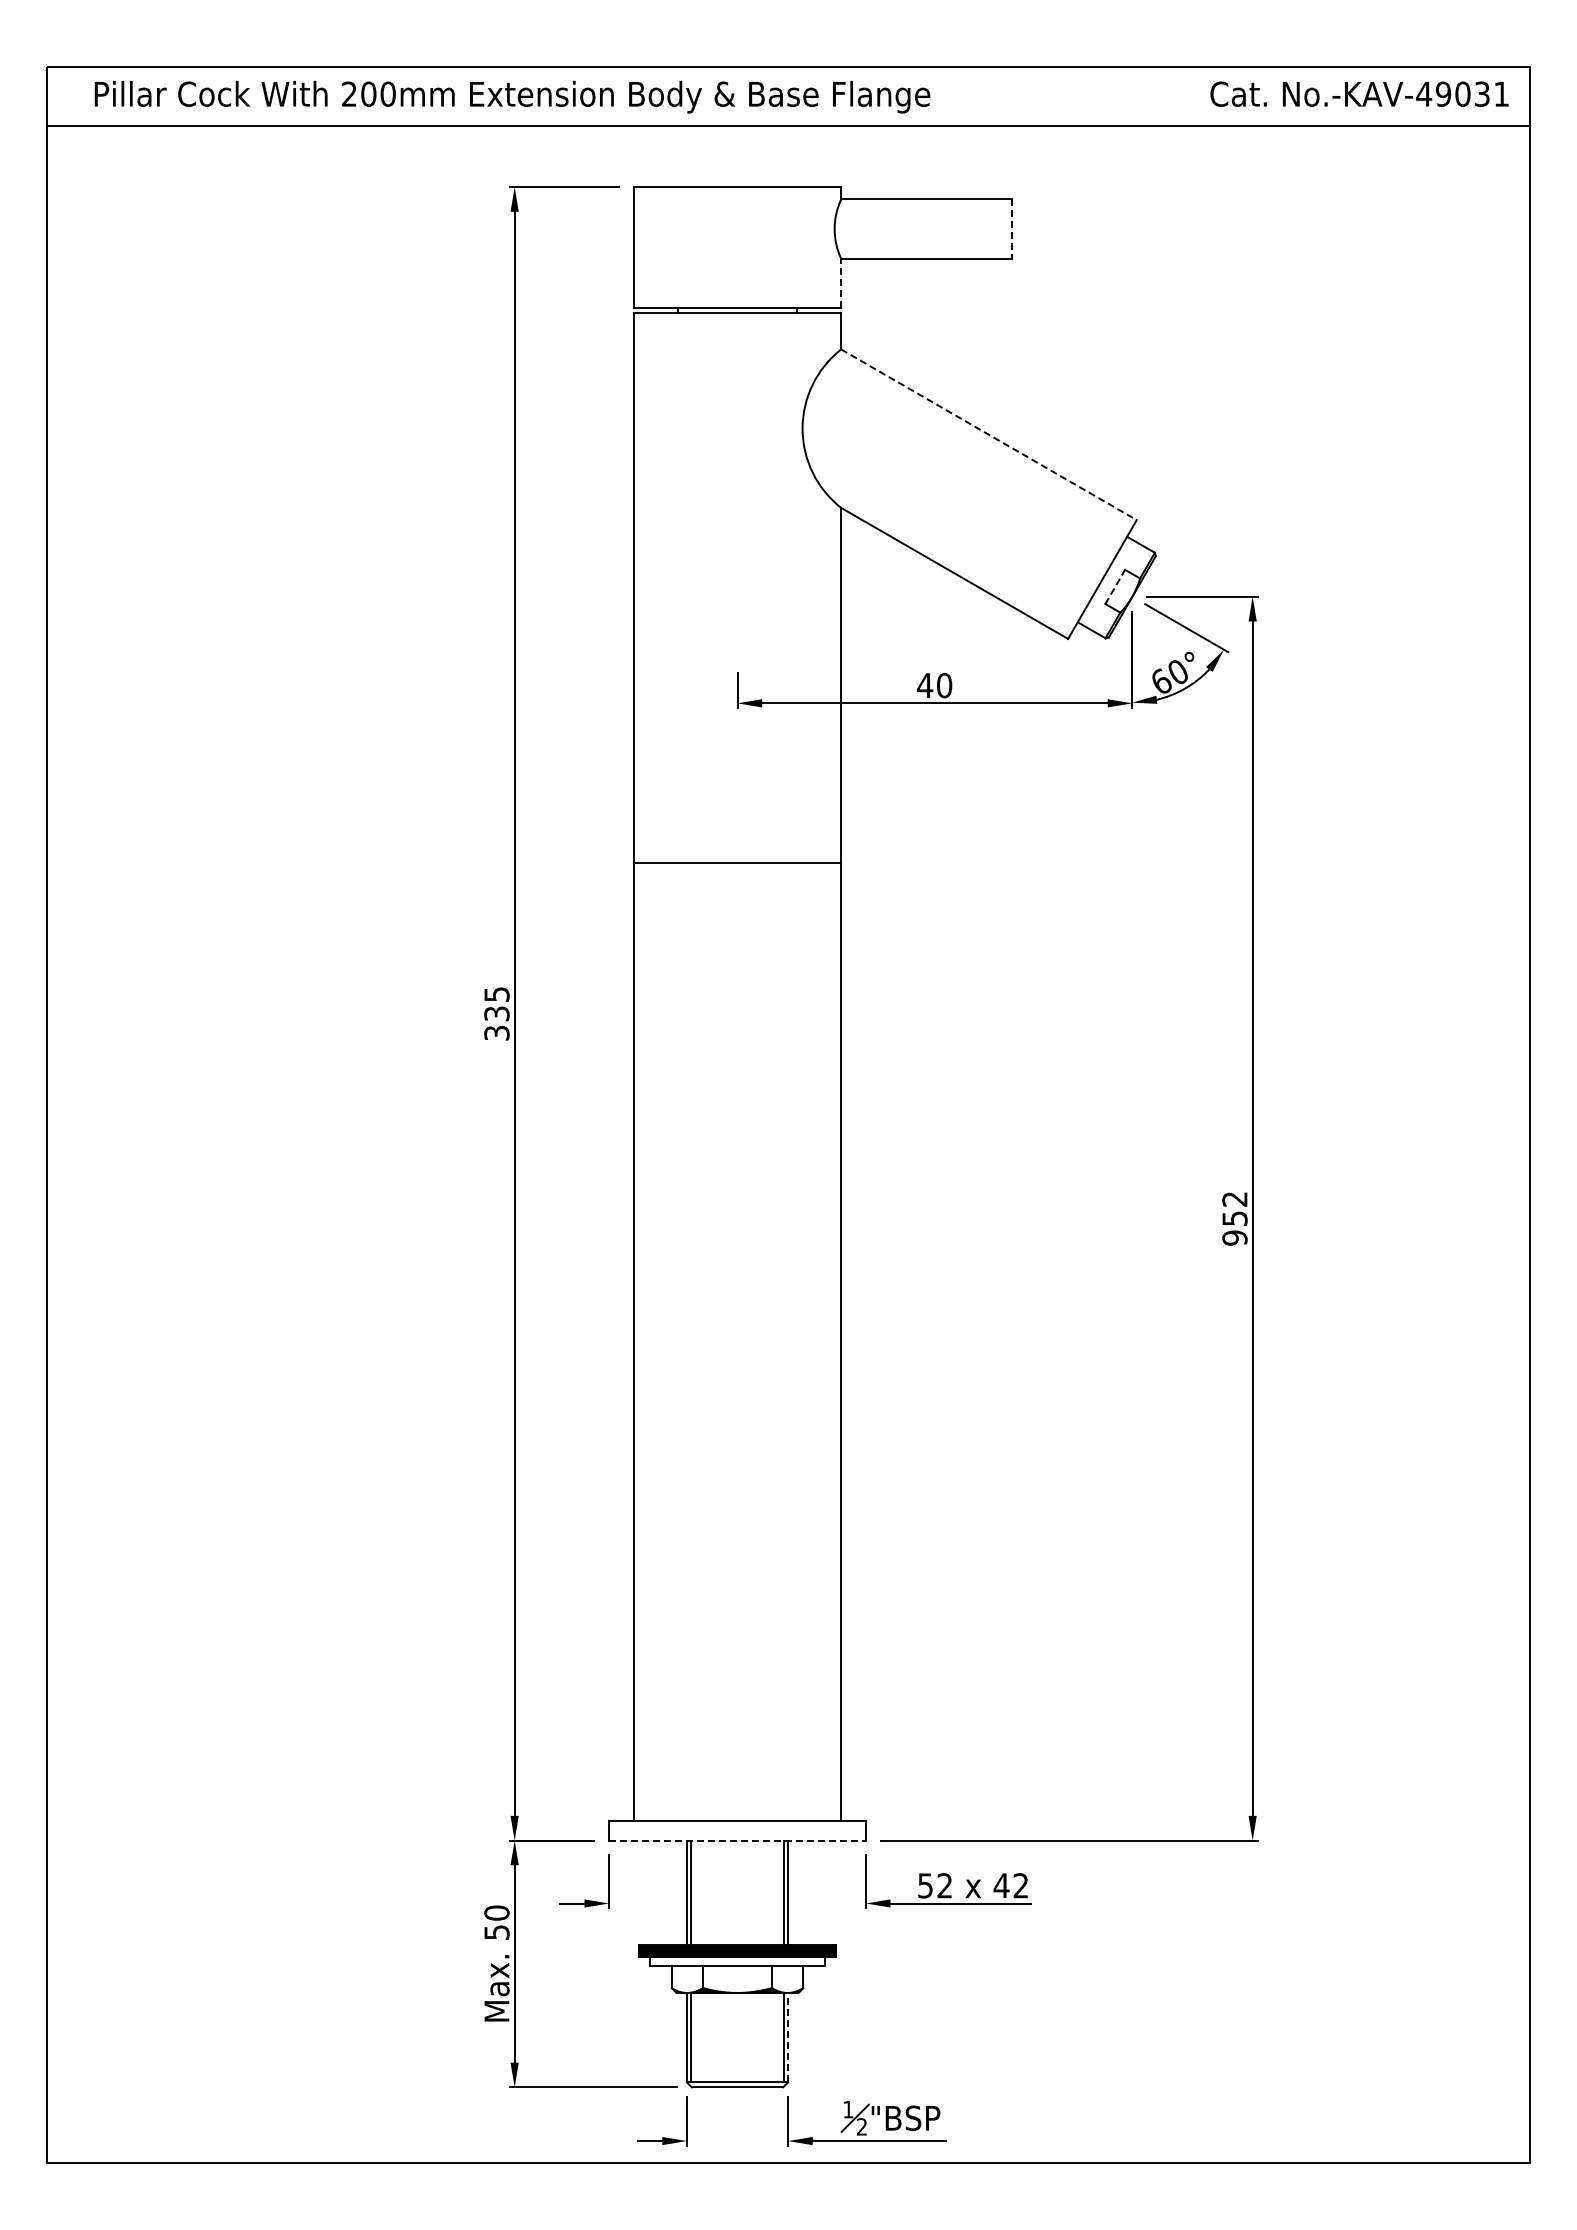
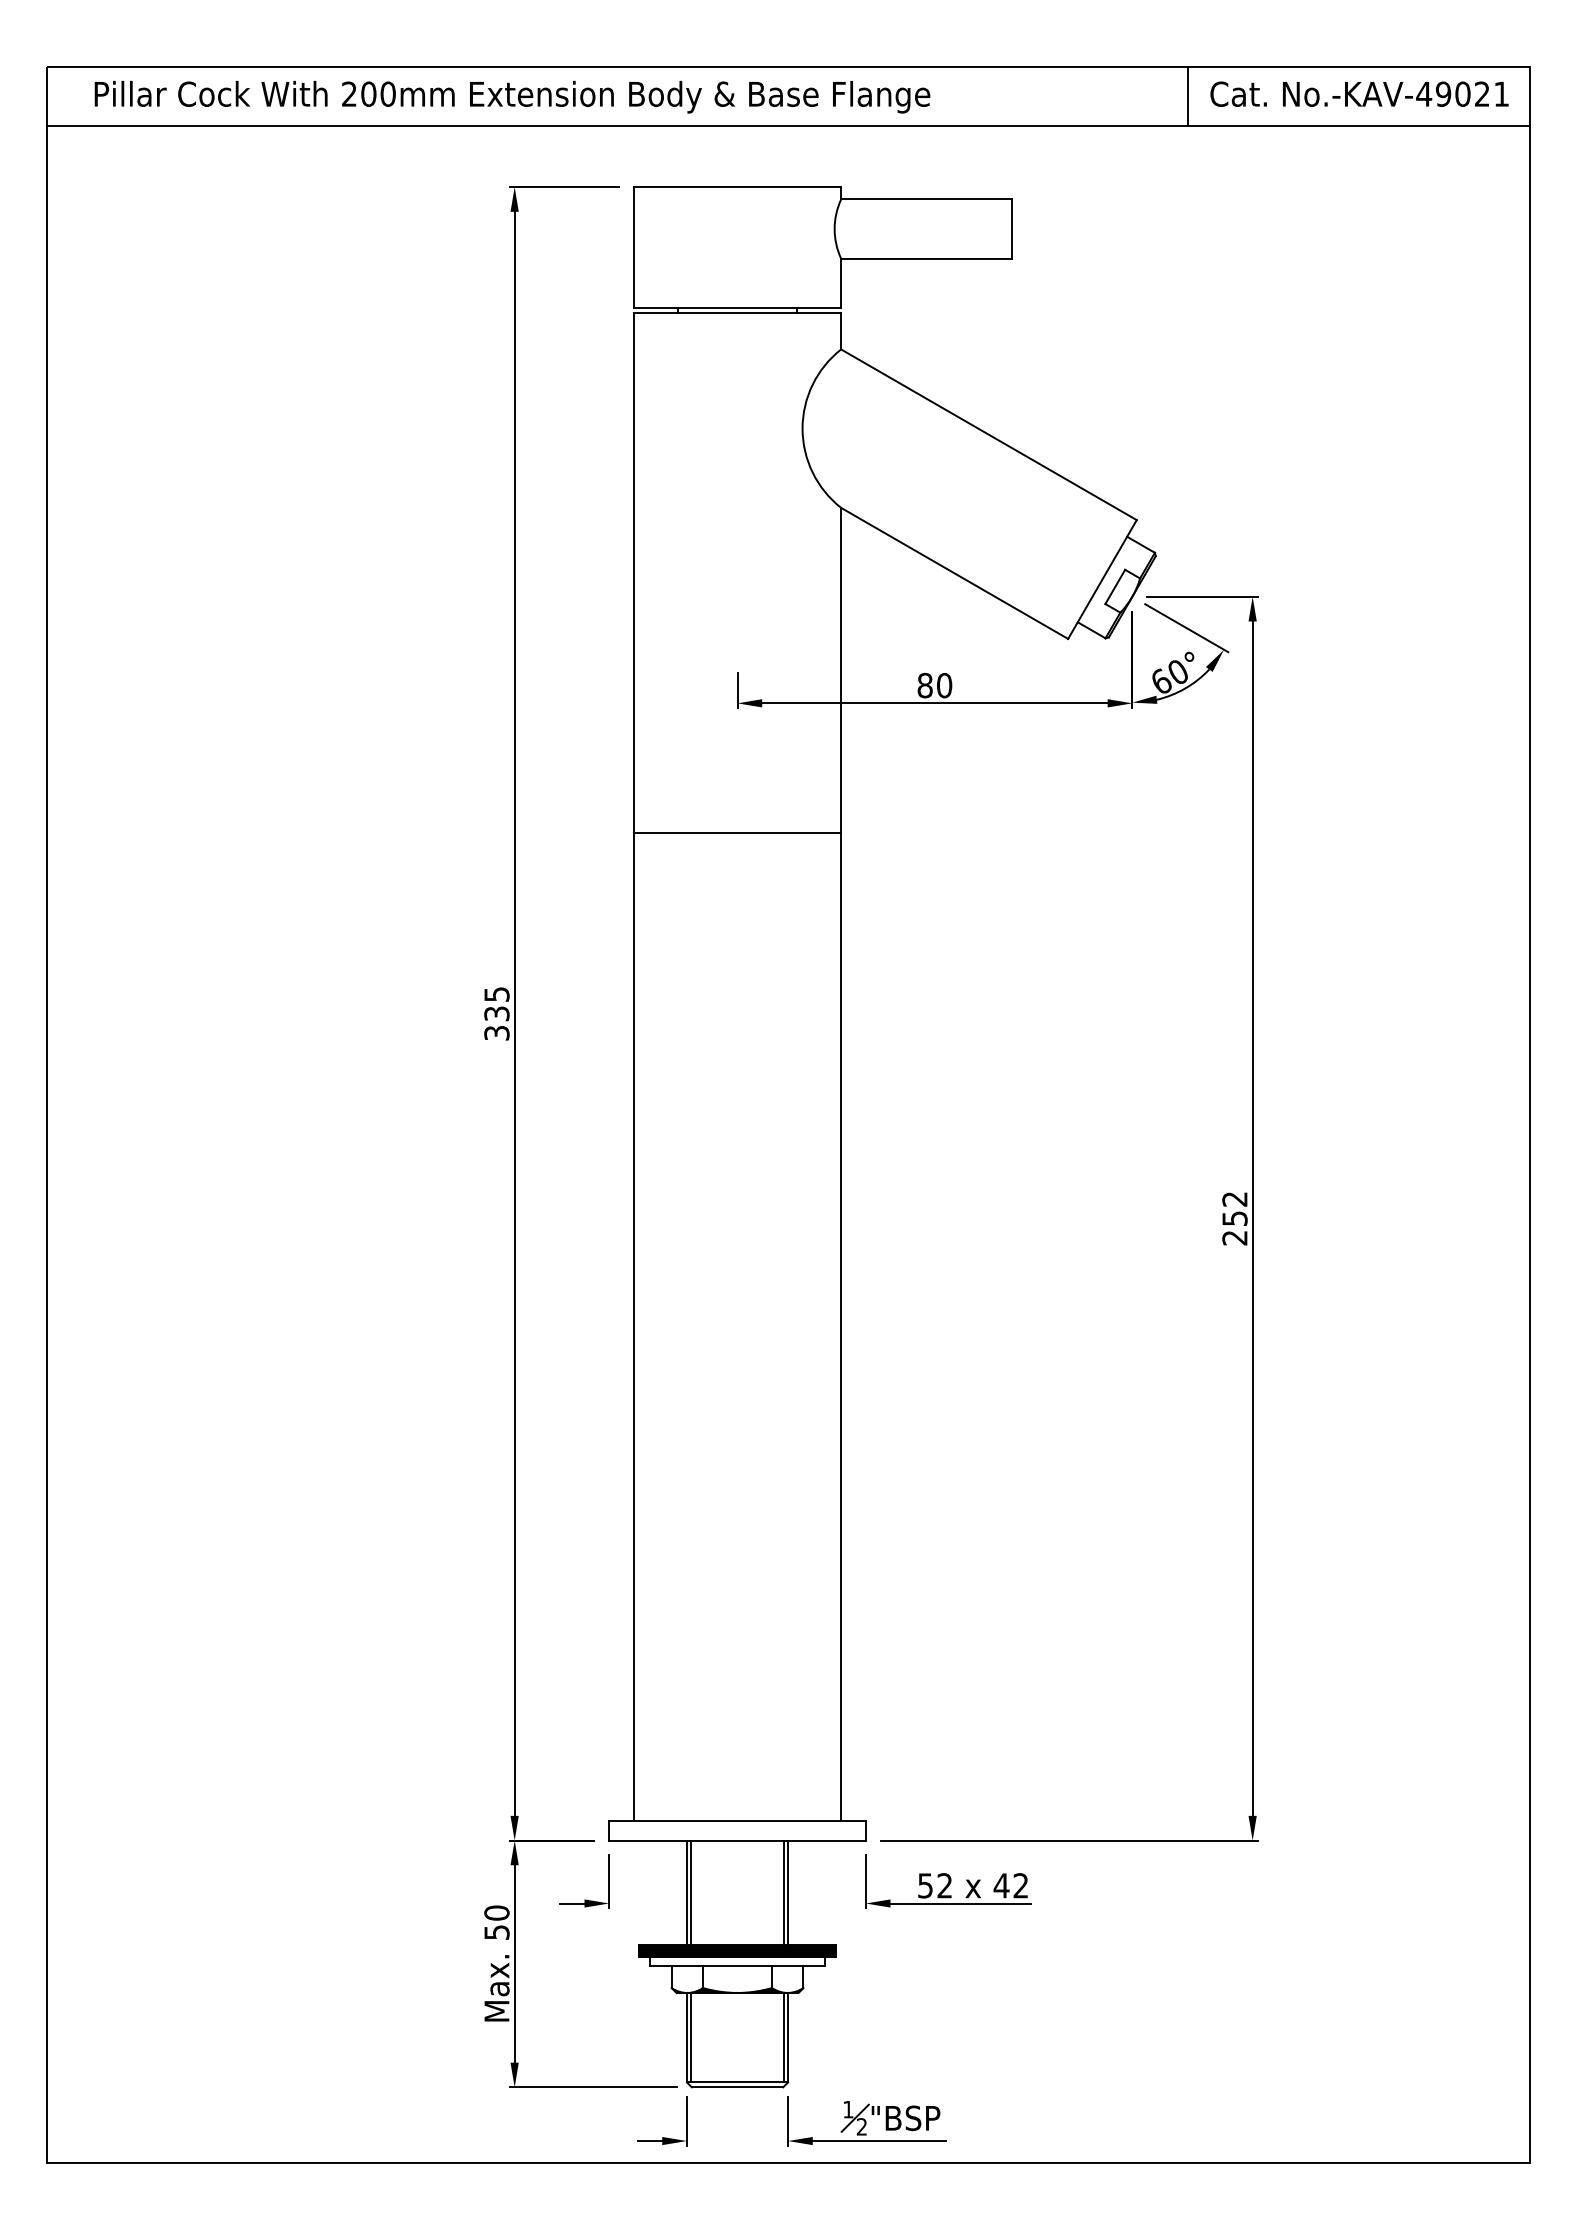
text at (1482, 93): No.-KAV-49031 -> No.-KAV-49021
line at (1188, 96): none -> present
line at (1012, 229): dashed -> solid
line at (841, 283): dashed -> solid
line at (988, 434): dashed -> solid
line at (1115, 586): dashed -> solid
text at (925, 685): 40 -> 80
line at (737, 863) position: (737, 863) -> (737, 833)
text at (1234, 1237): 952 -> 252
line at (738, 1840): dashed -> solid
line at (788, 2037): dashed -> solid
